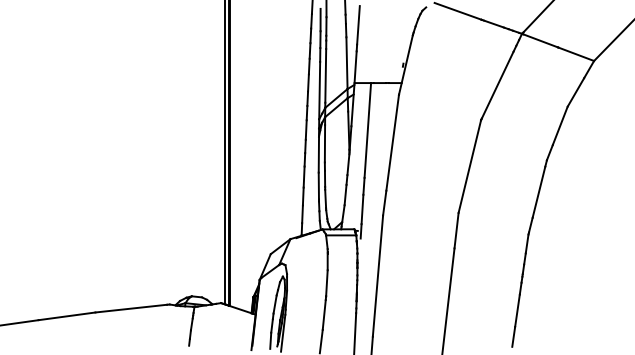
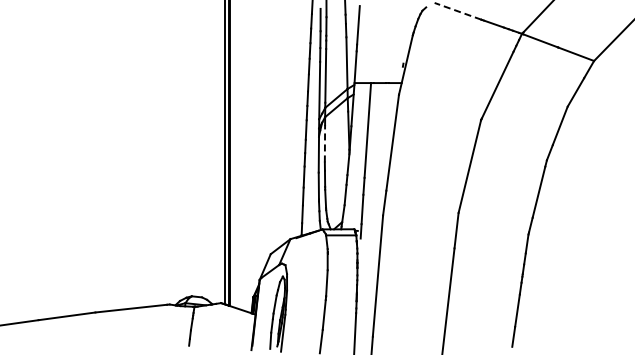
line at (458, 11): solid -> dashed
line at (324, 143): solid -> dashed
